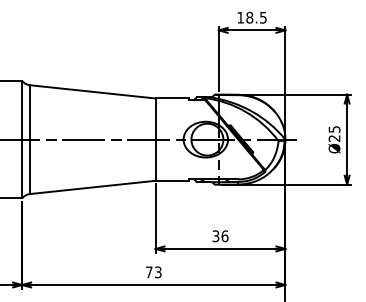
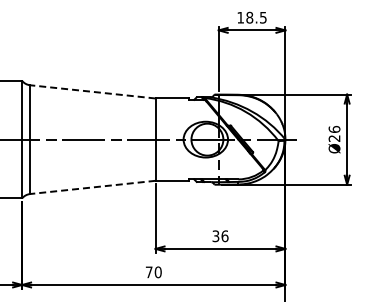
line at (92, 91): solid -> dashed
text at (334, 128): Ø25 -> Ø26
line at (92, 187): solid -> dashed
text at (157, 272): 73 -> 70
